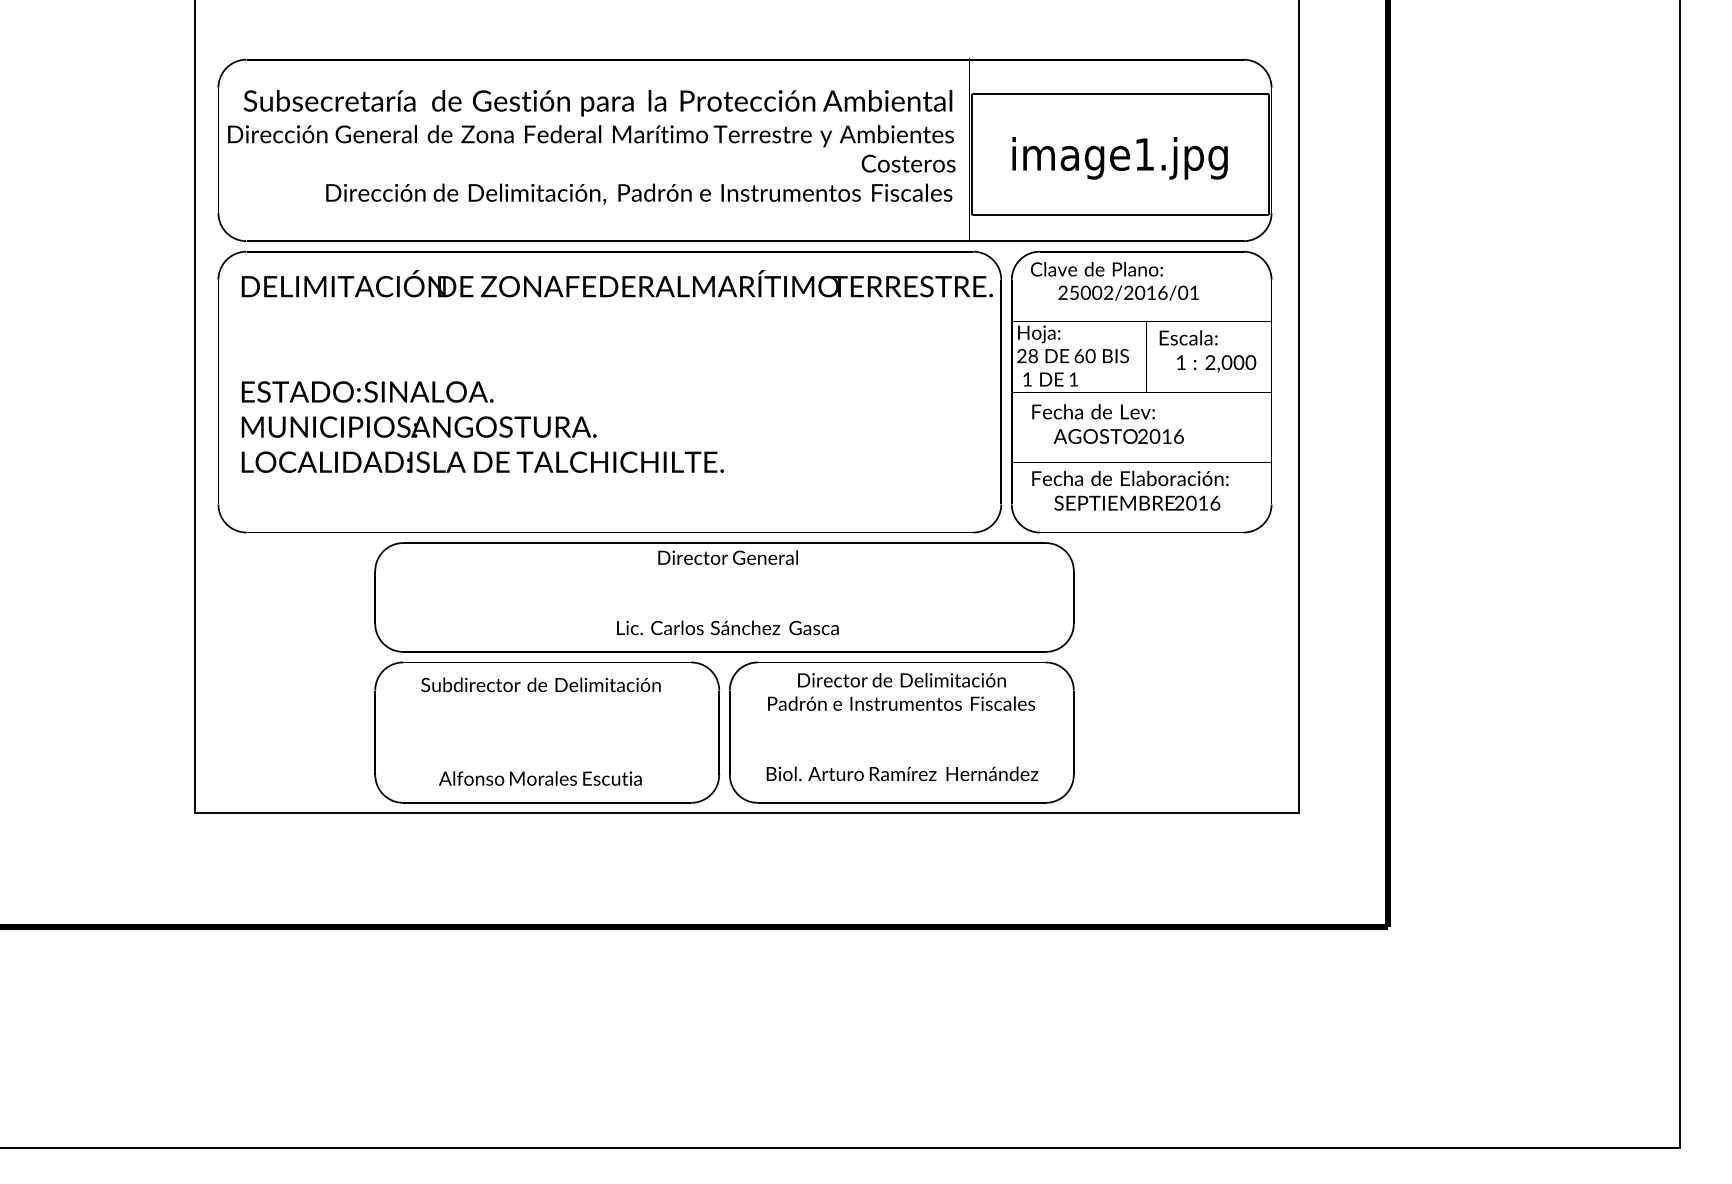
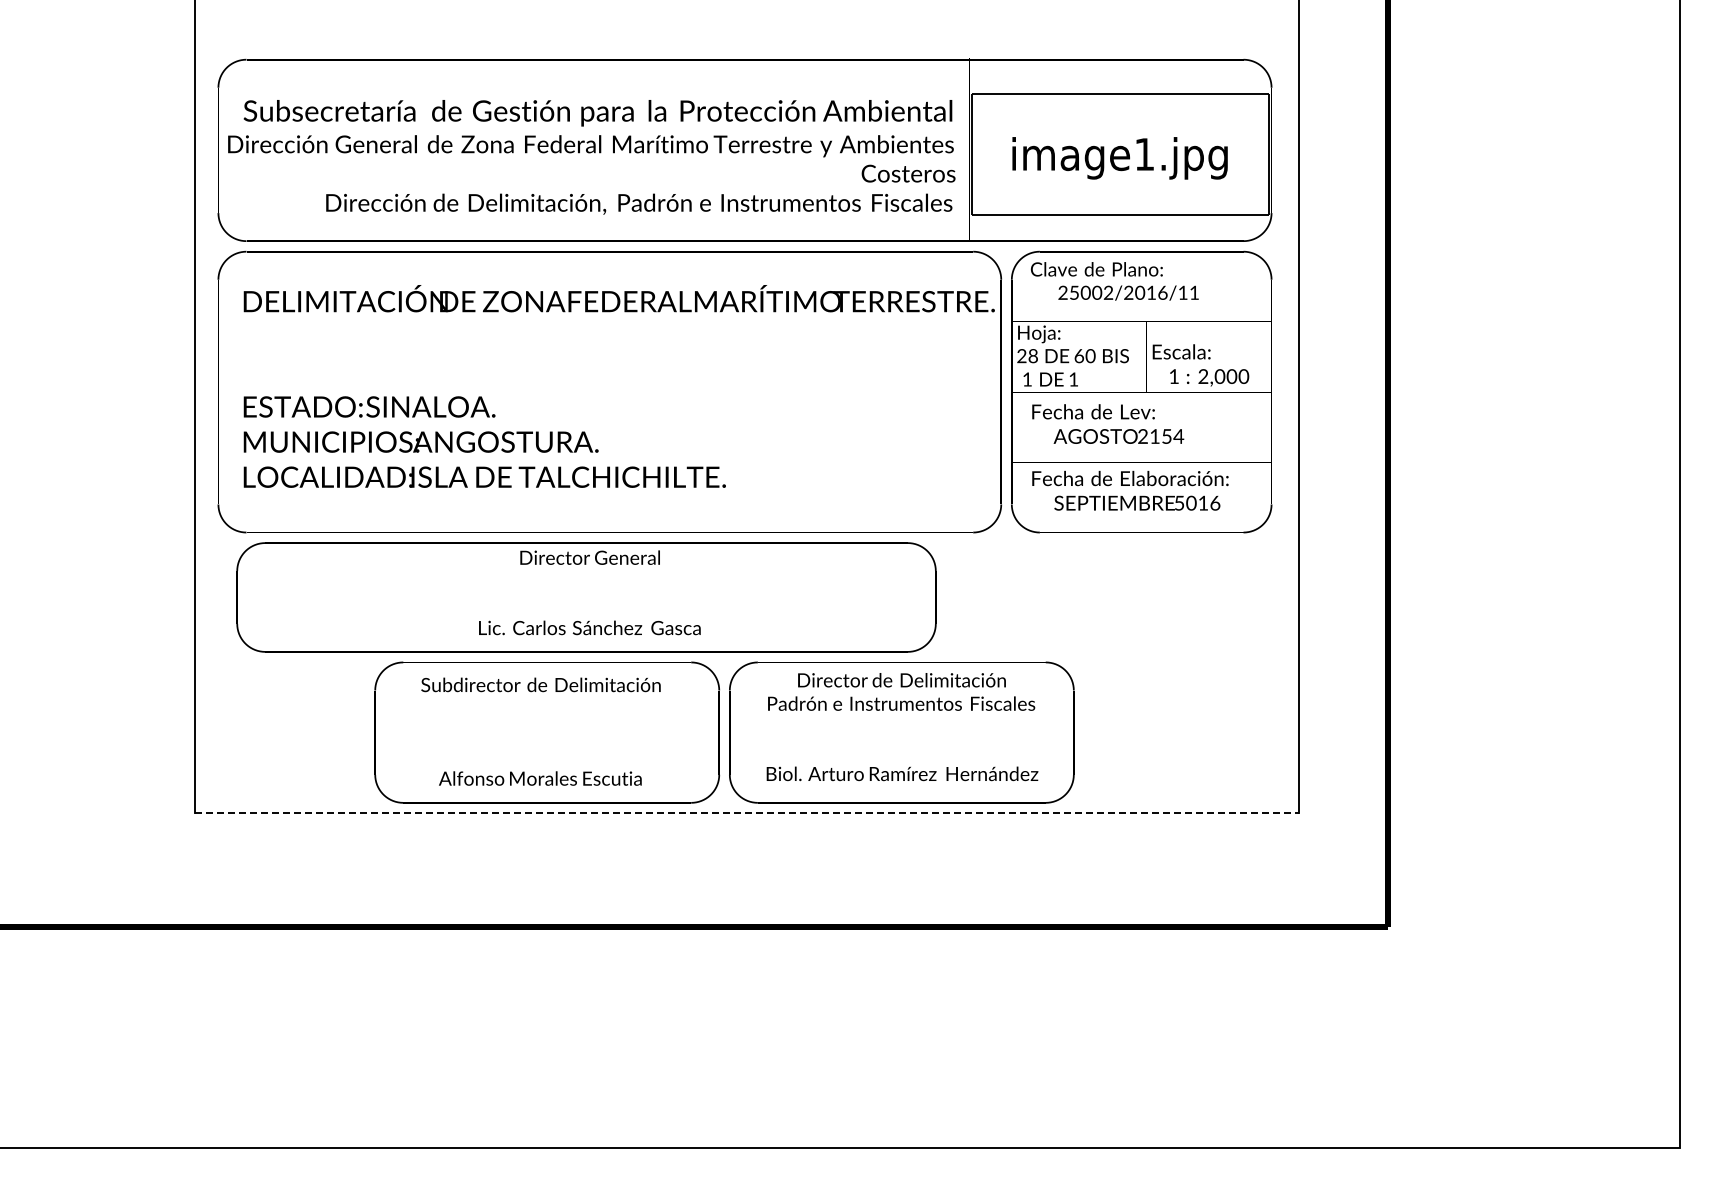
text at (591, 147) position: (591, 147) -> (591, 157)
text at (1183, 292): 25002/2016/01 -> 25002/2016/11
text at (1207, 351) position: (1207, 351) -> (1200, 365)
text at (616, 371) position: (616, 371) -> (618, 386)
text at (1166, 436): 2016 -> 2154
text at (1179, 502): 2016 -> 5016
text at (724, 597) position: (724, 597) -> (586, 597)
line at (746, 812): solid -> dashed
